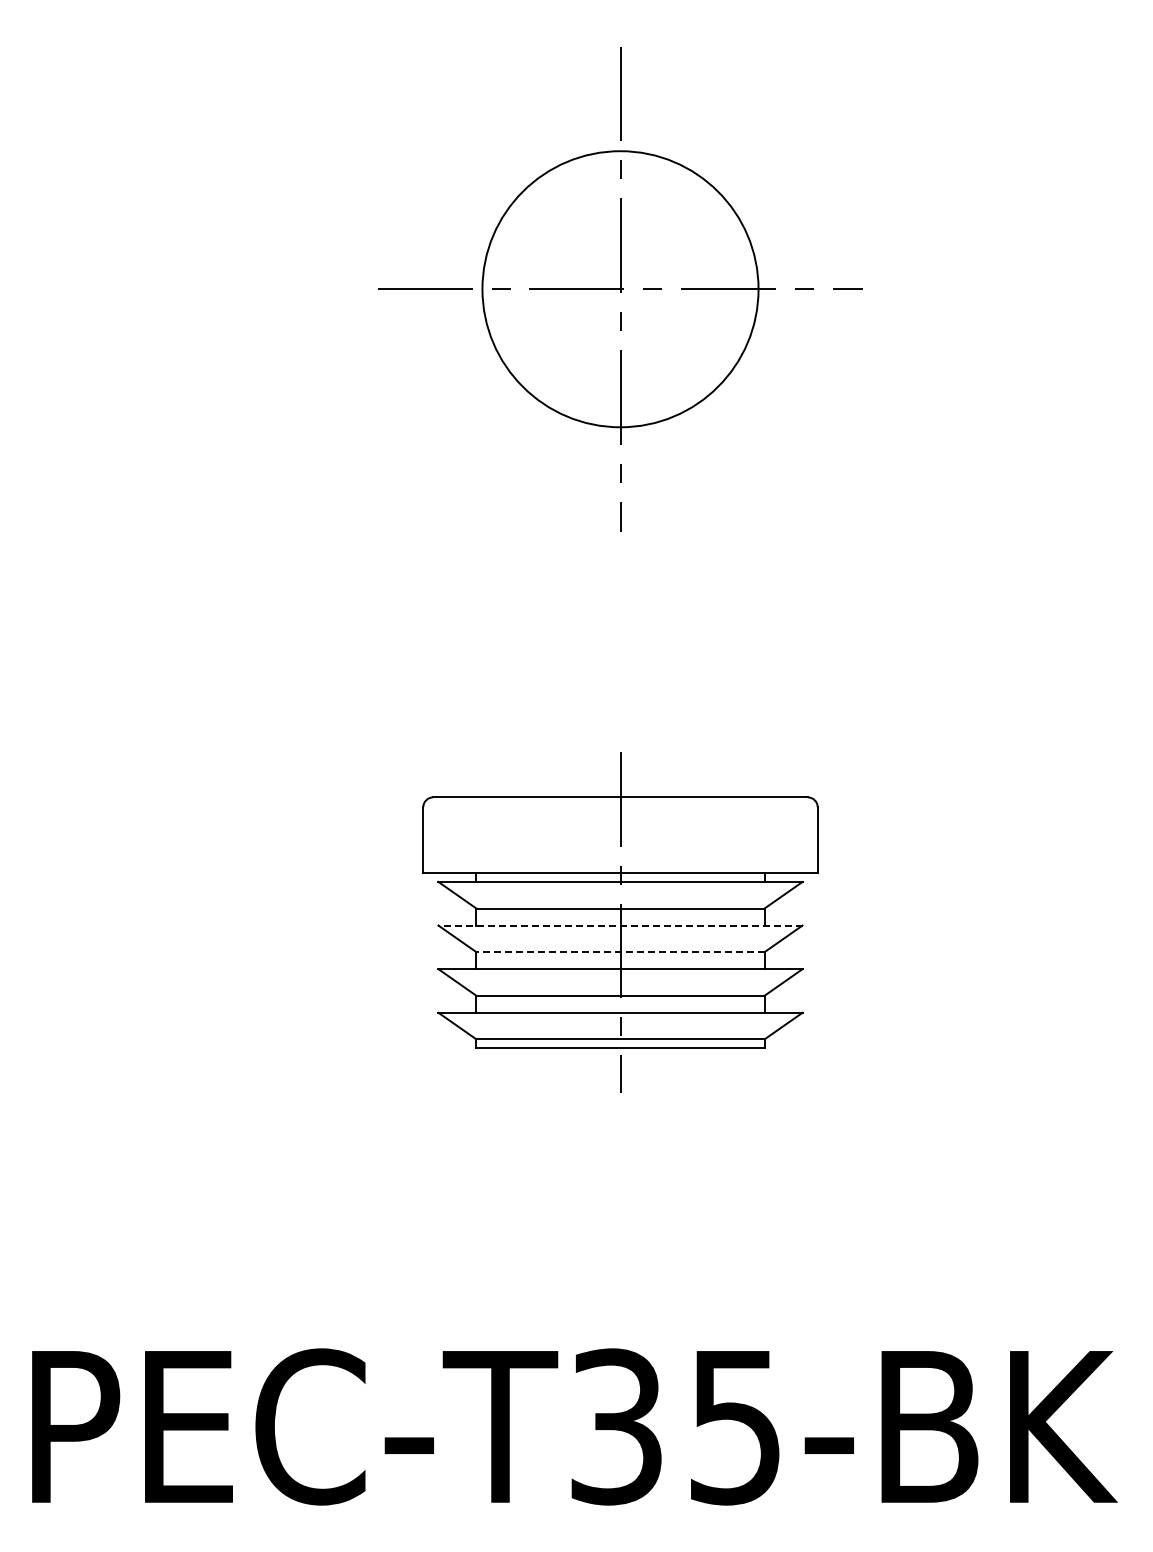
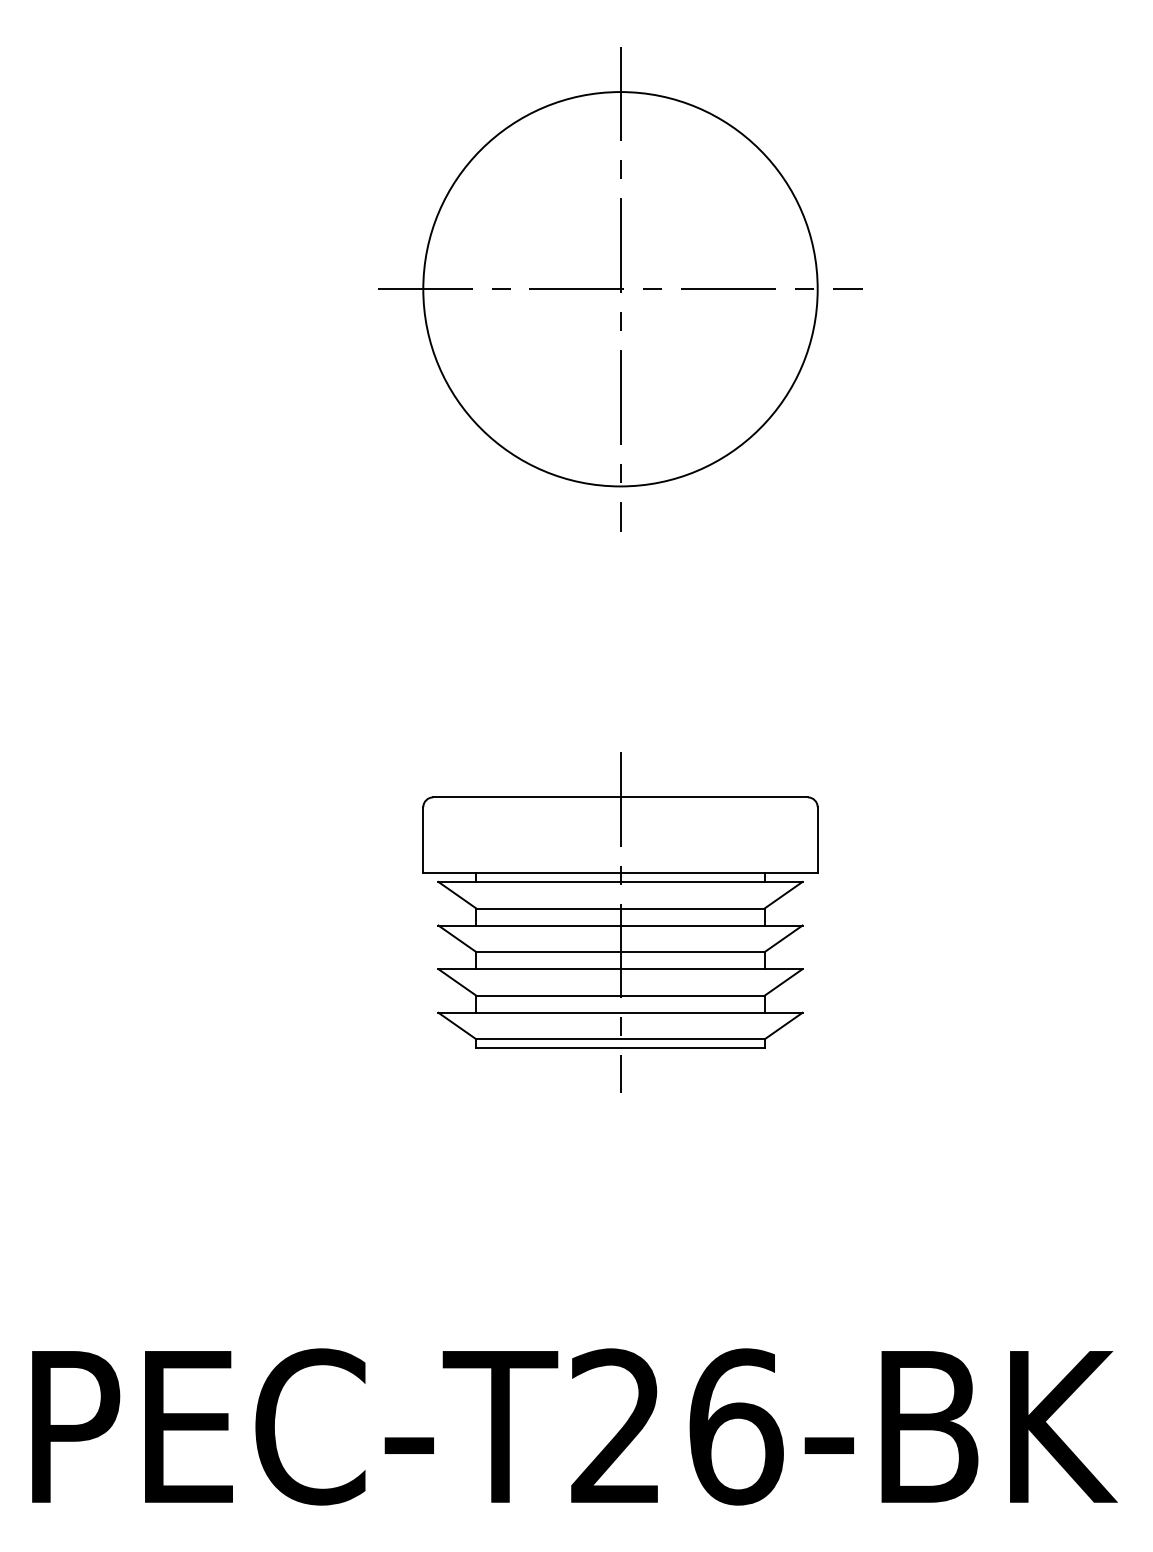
circle at (620, 289) diameter: 276 px -> 394 px
line at (620, 925): dashed -> solid
line at (620, 952): dashed -> solid
text at (677, 1426): PEC-T35-BK -> PEC-T26-BK
